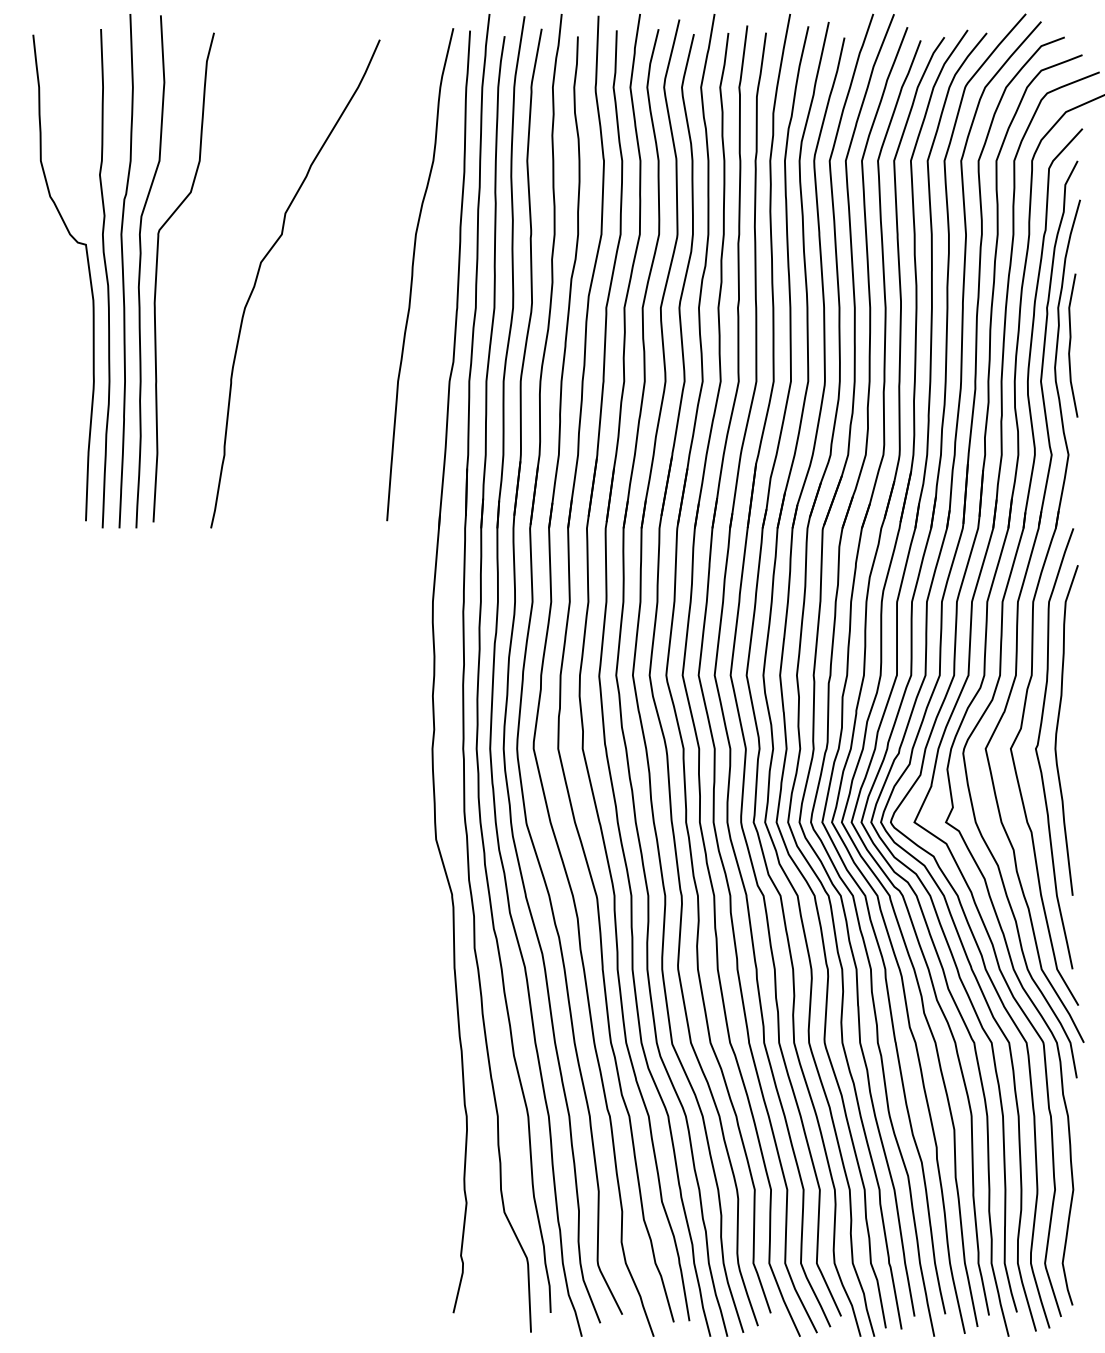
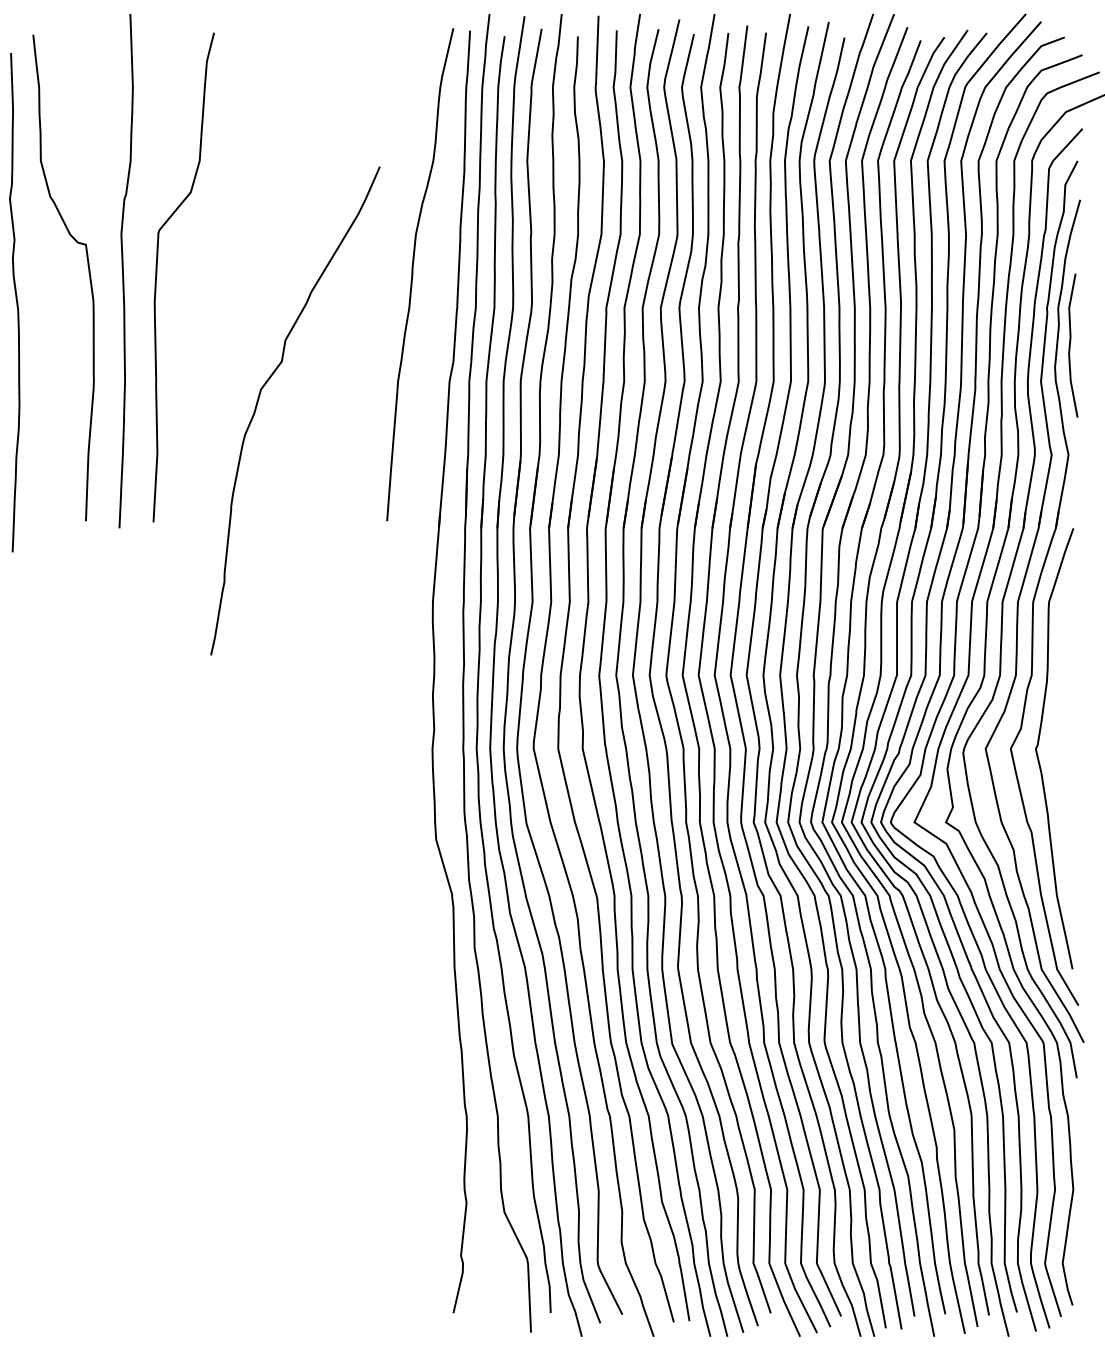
curve at (140, 271): present -> none
curve at (259, 272) position: (259, 272) -> (259, 399)
curve at (106, 278) position: (106, 278) -> (16, 302)
curve at (1058, 726): present -> none
